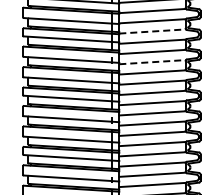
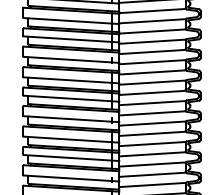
line at (153, 31): dashed -> solid
line at (153, 62): dashed -> solid
